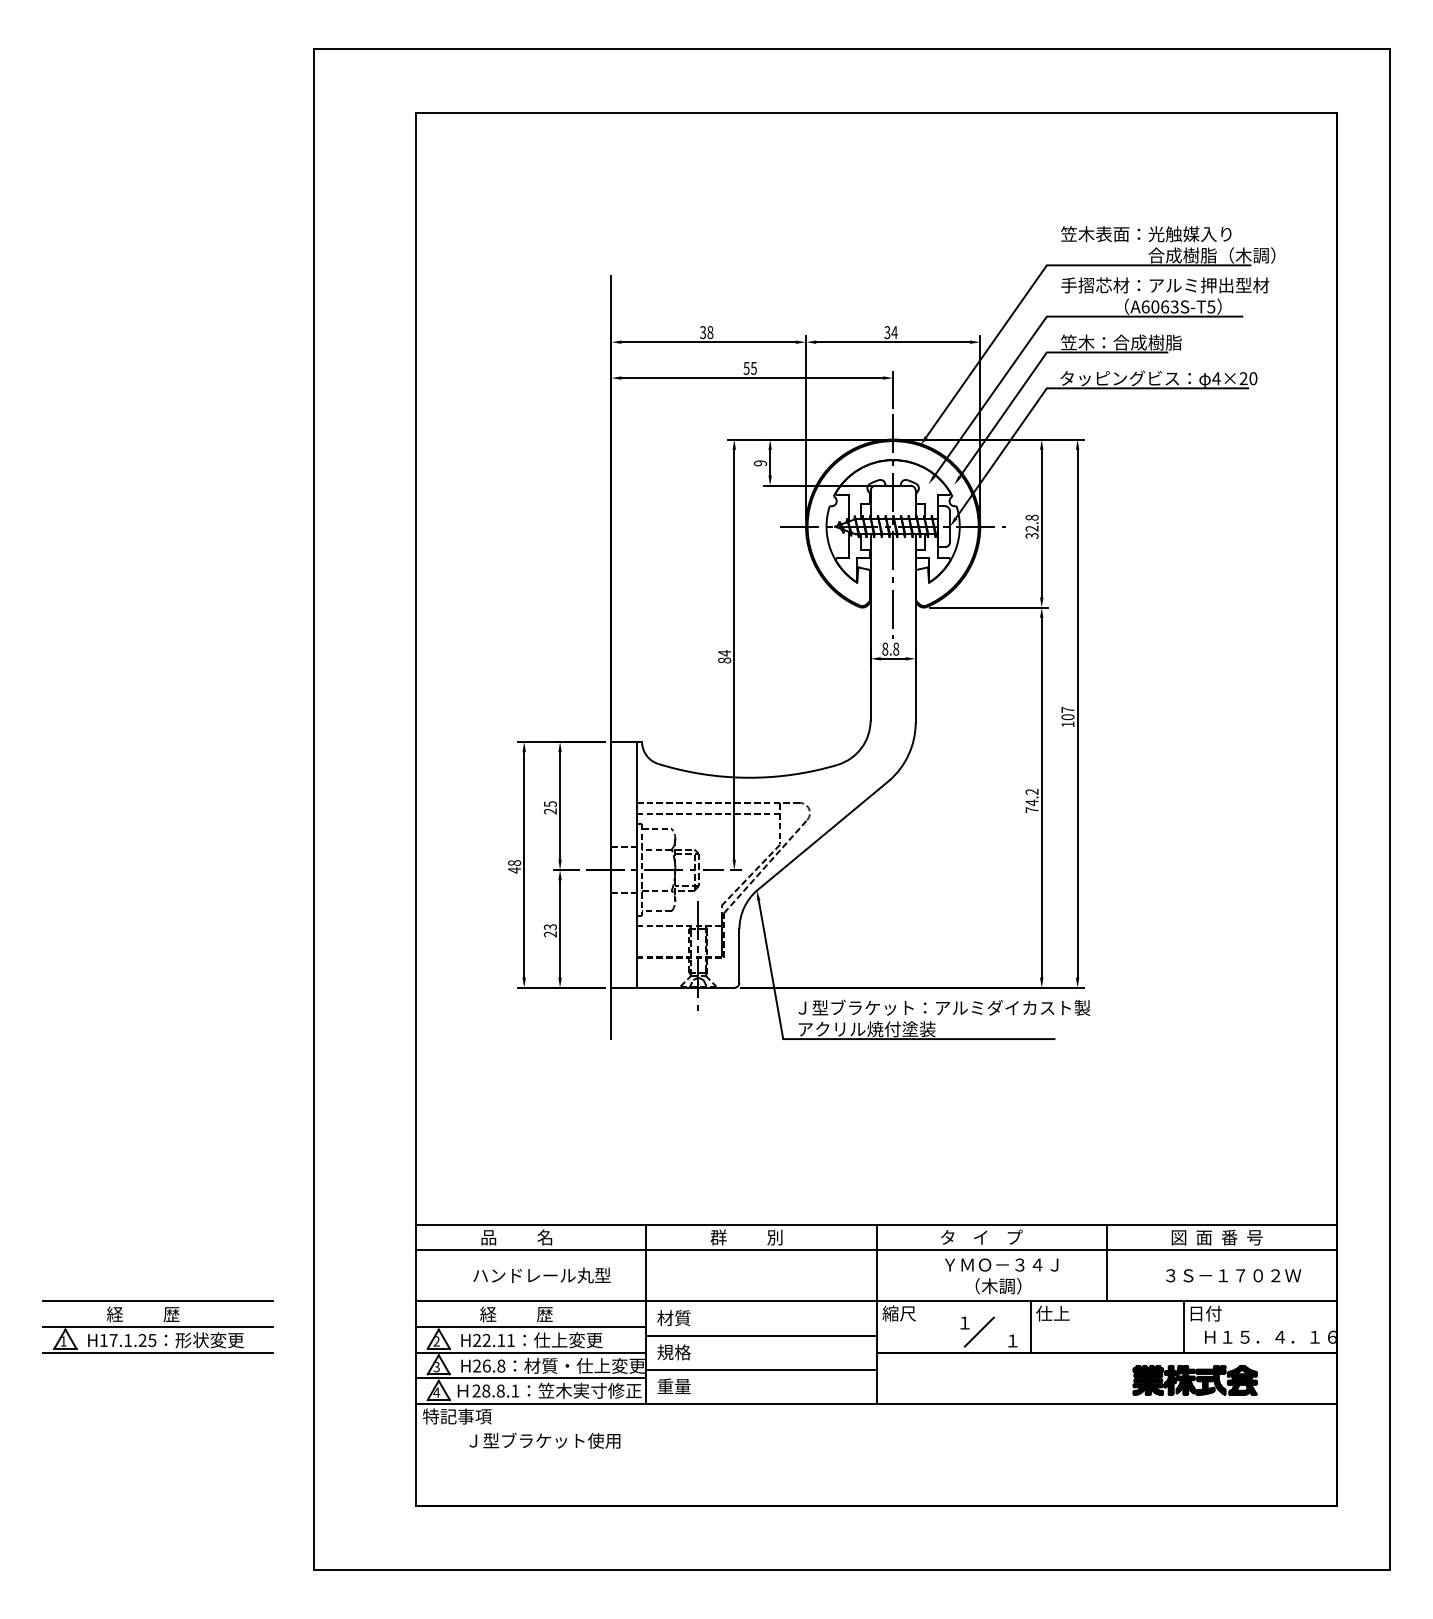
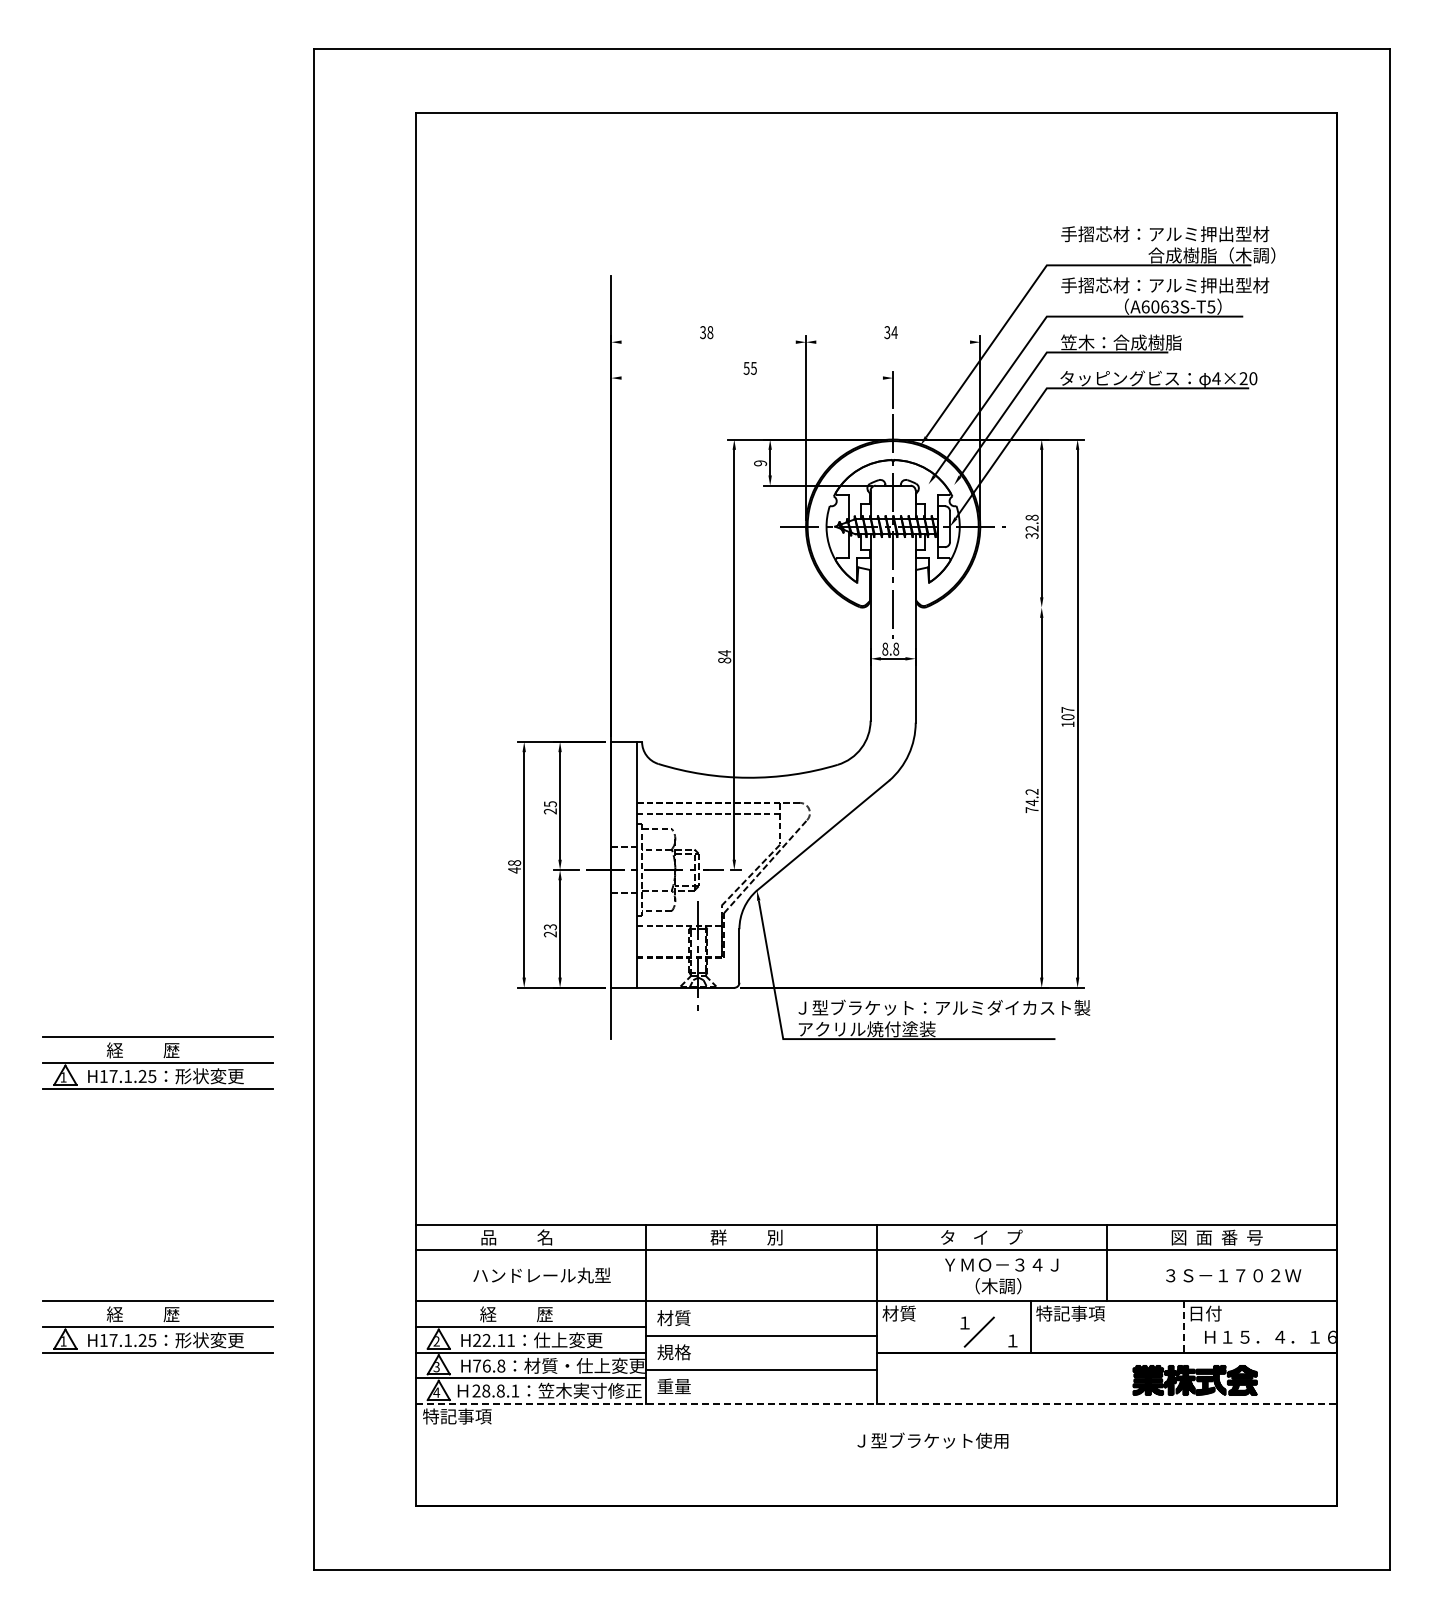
text at (1165, 234): 笠木表面：光触媒入り -> 手摺芯材：アルミ押出型材
line at (708, 342): present -> none
line at (893, 342): present -> none
line at (751, 378): present -> none
line at (989, 607): present -> none
part at (157, 1062): none -> present
text at (898, 1313): 縮尺 -> 材質
text at (1070, 1313): 仕上 -> 特記事項
line at (1184, 1327): solid -> dashed
text at (477, 1365): H26.8 -> H76.8
line at (876, 1403): solid -> dashed
text at (544, 1440) position: (544, 1440) -> (932, 1440)
